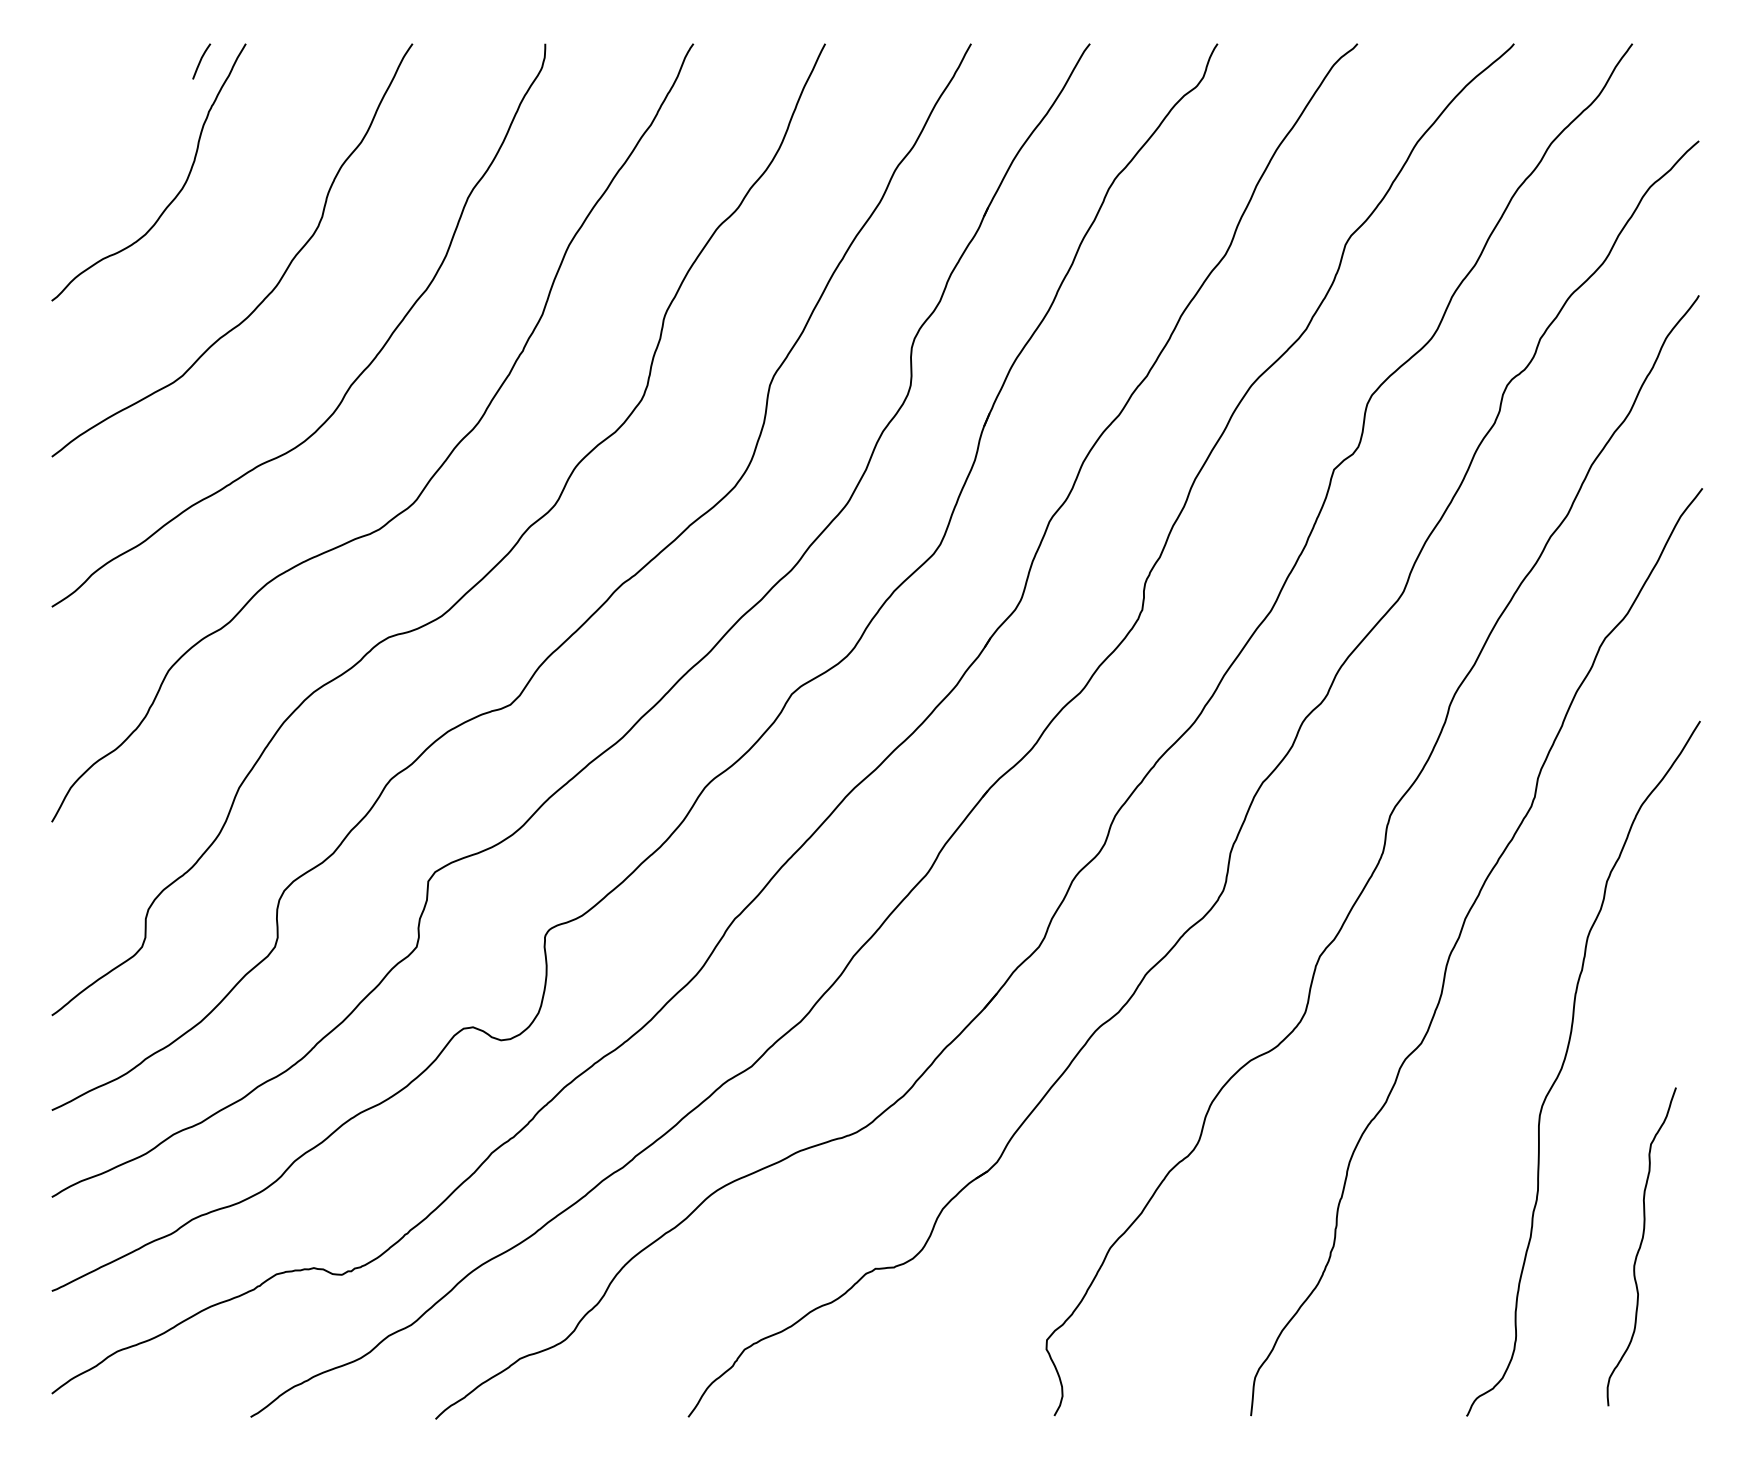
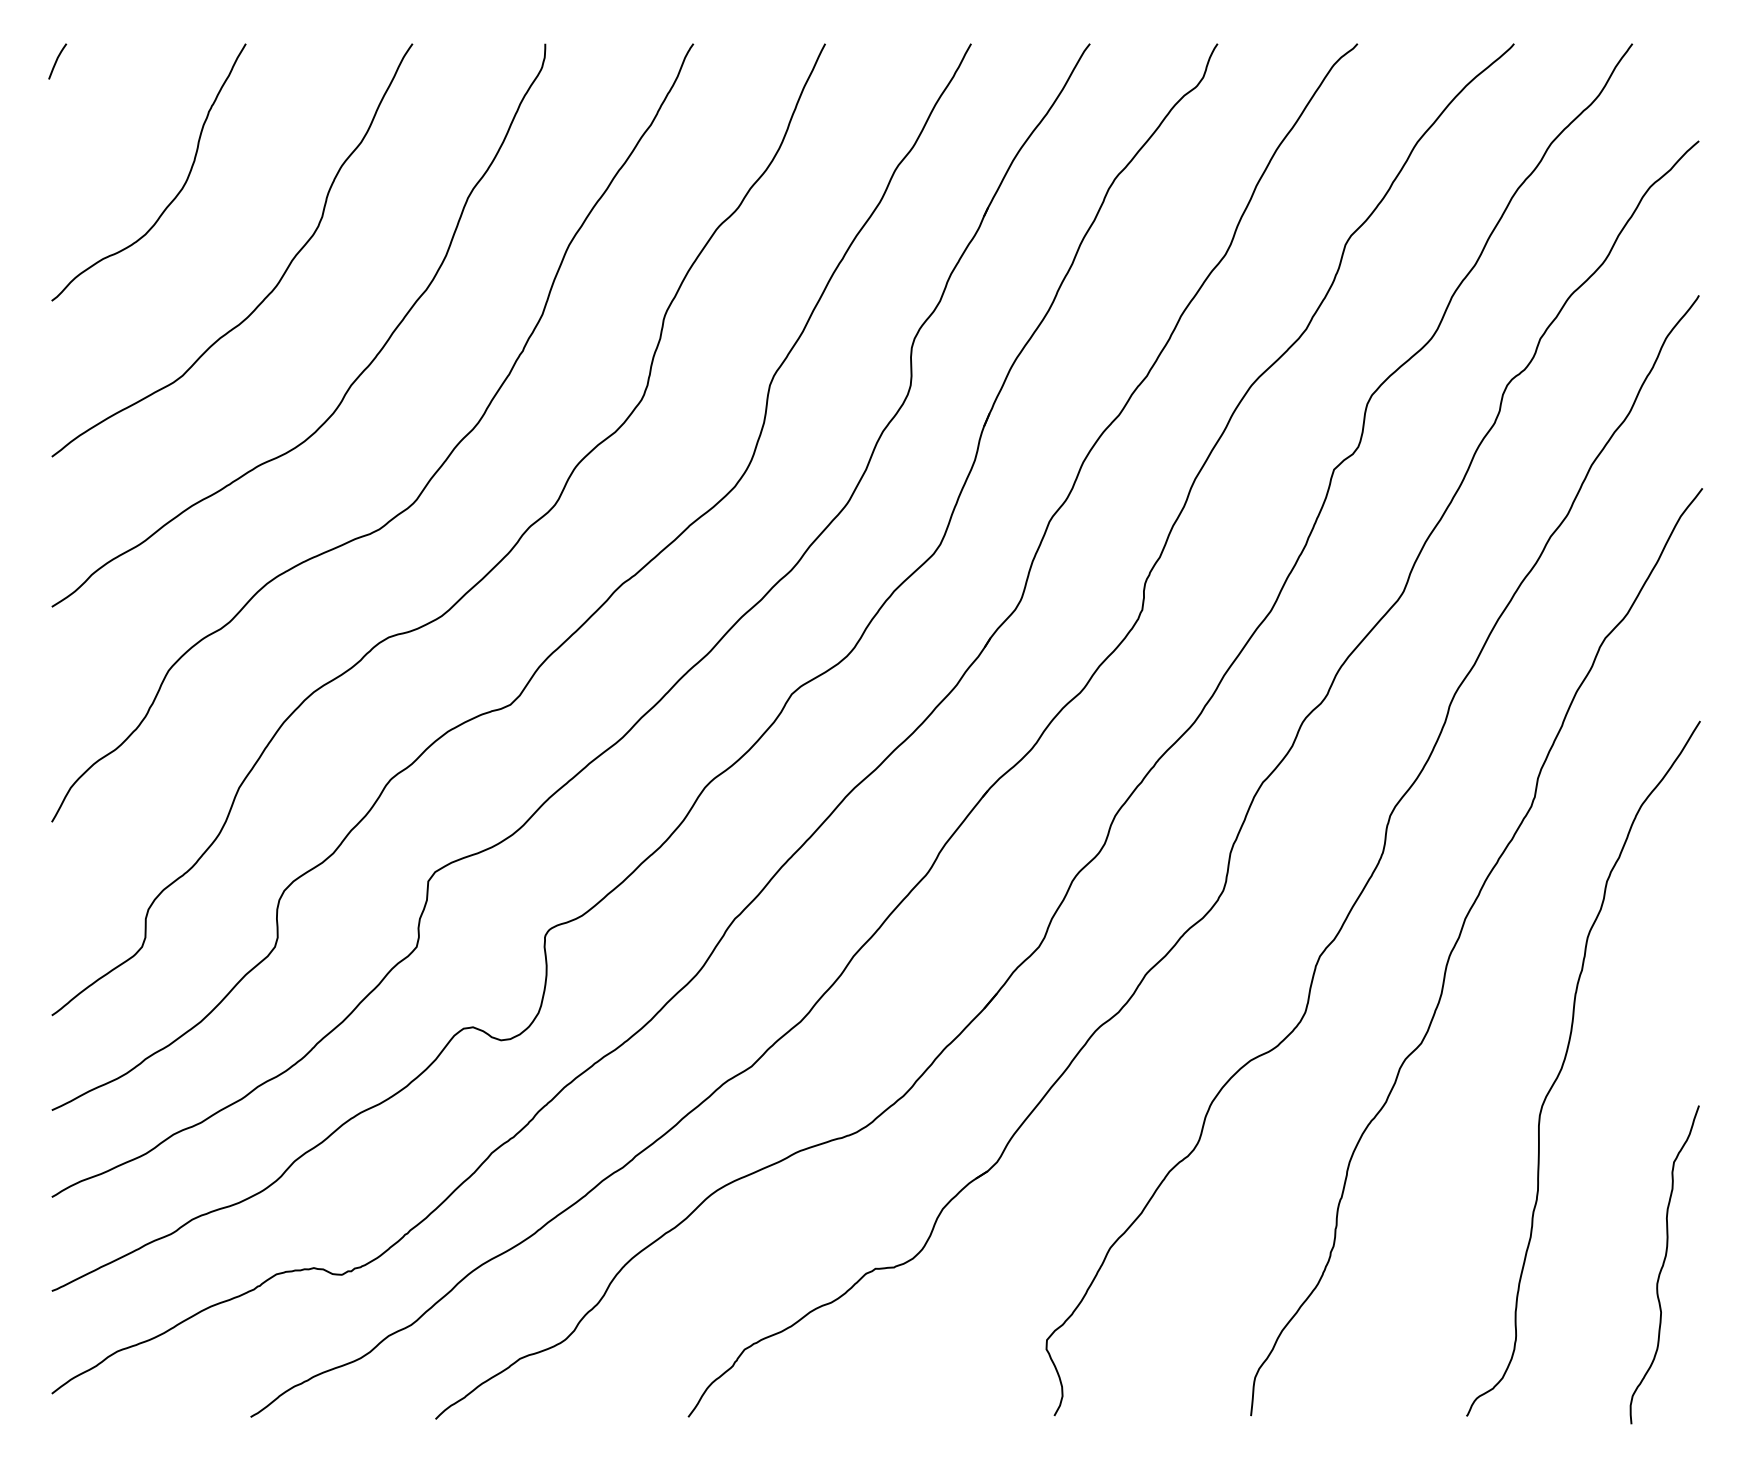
curve at (201, 61) position: (201, 61) -> (57, 61)
curve at (1641, 1246) position: (1641, 1246) -> (1664, 1264)
